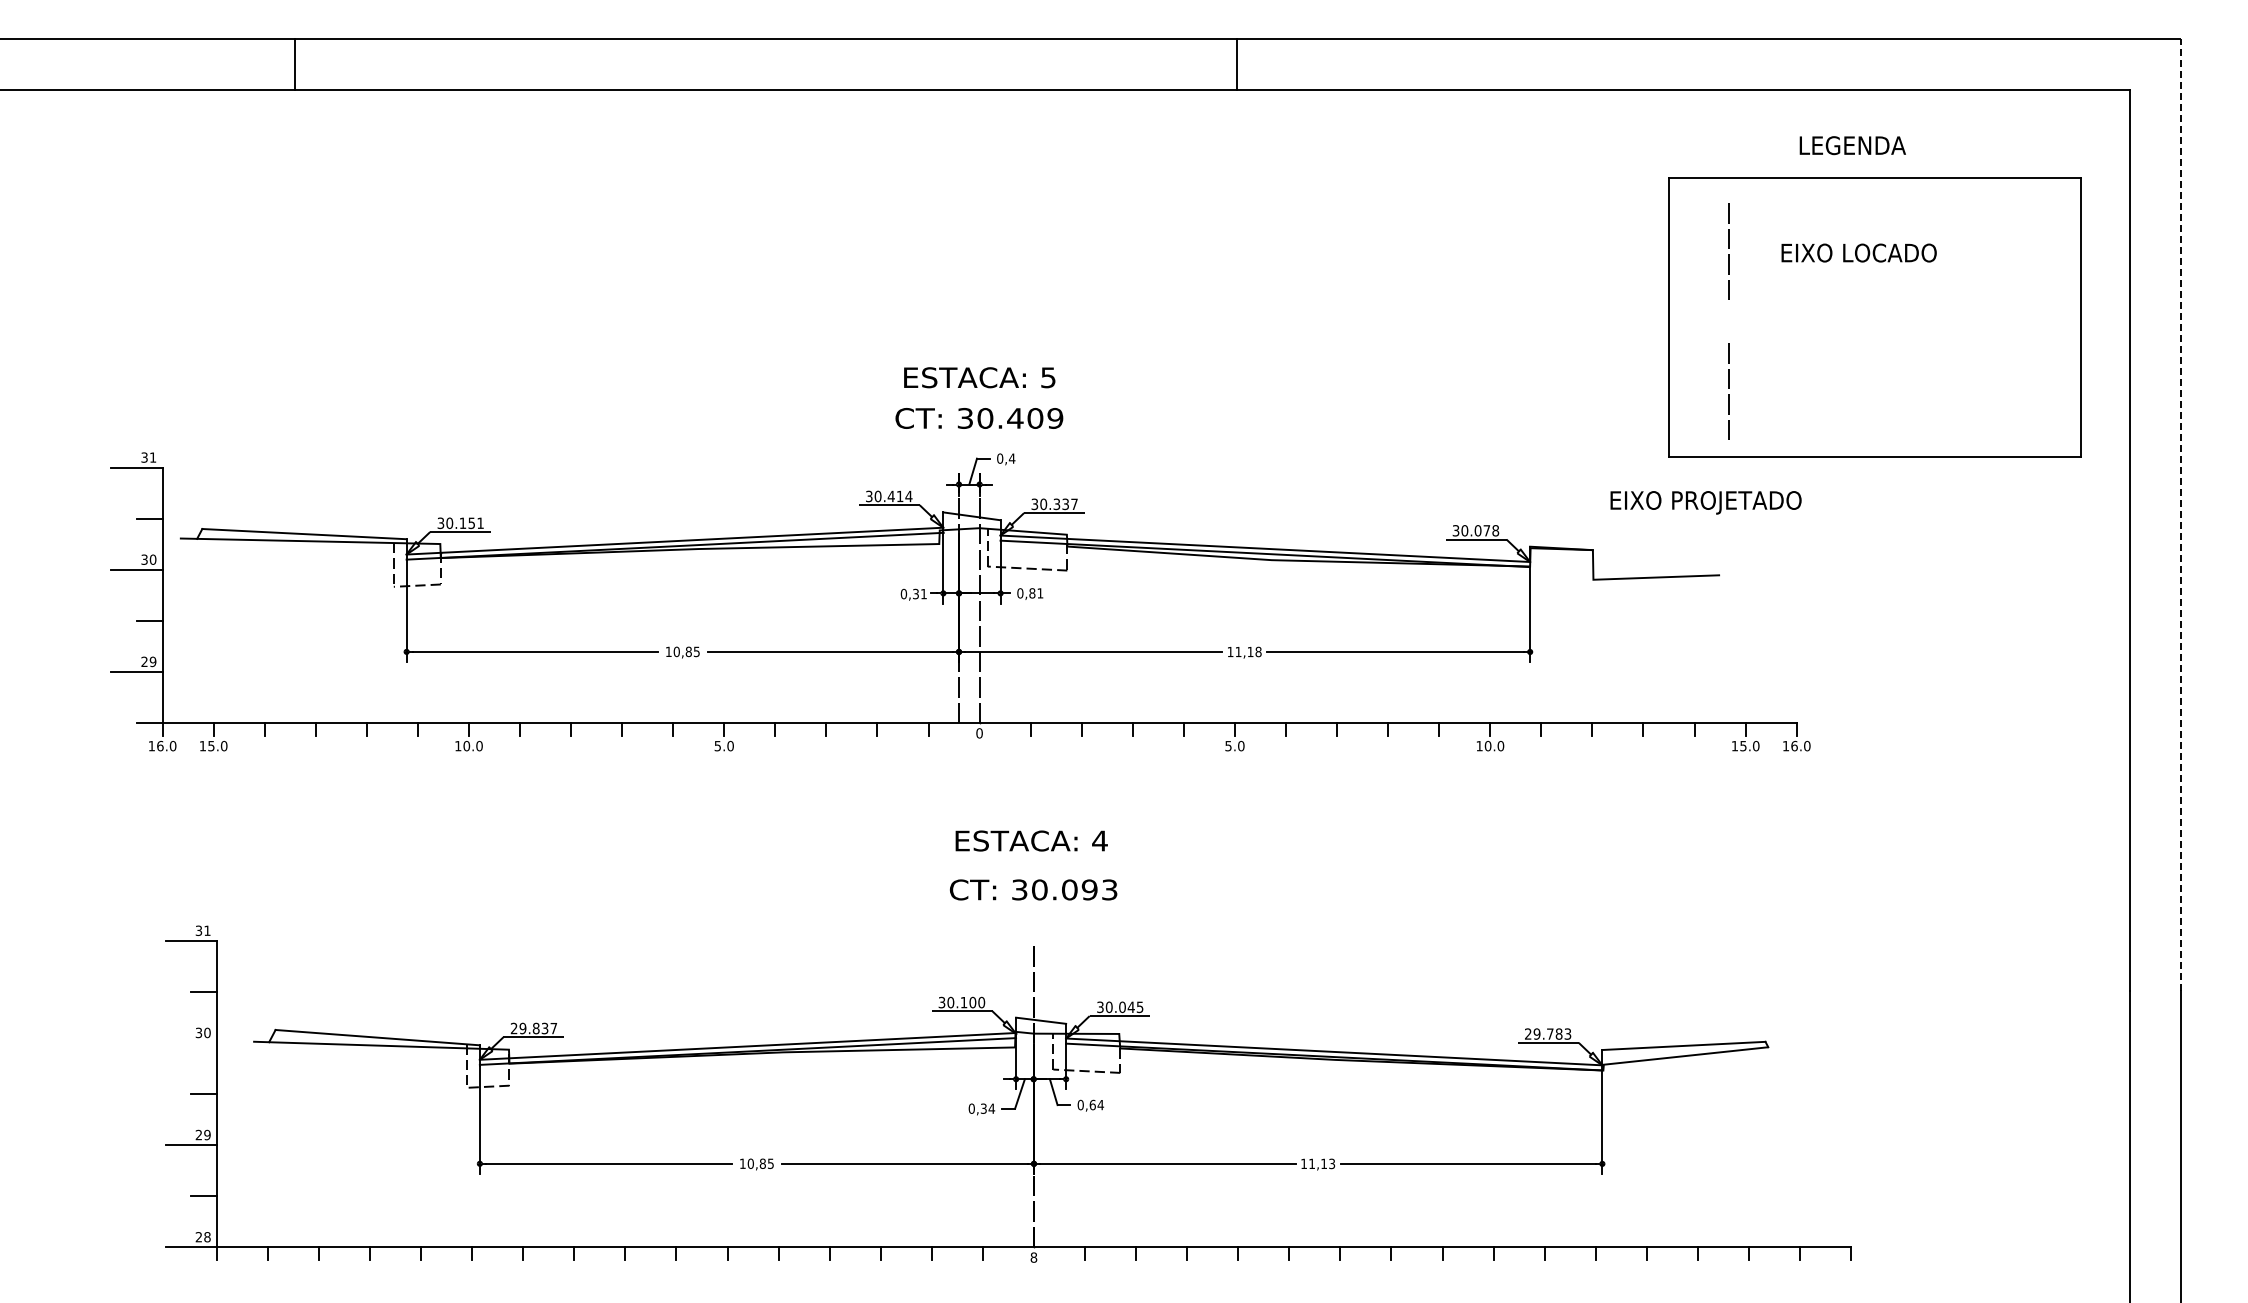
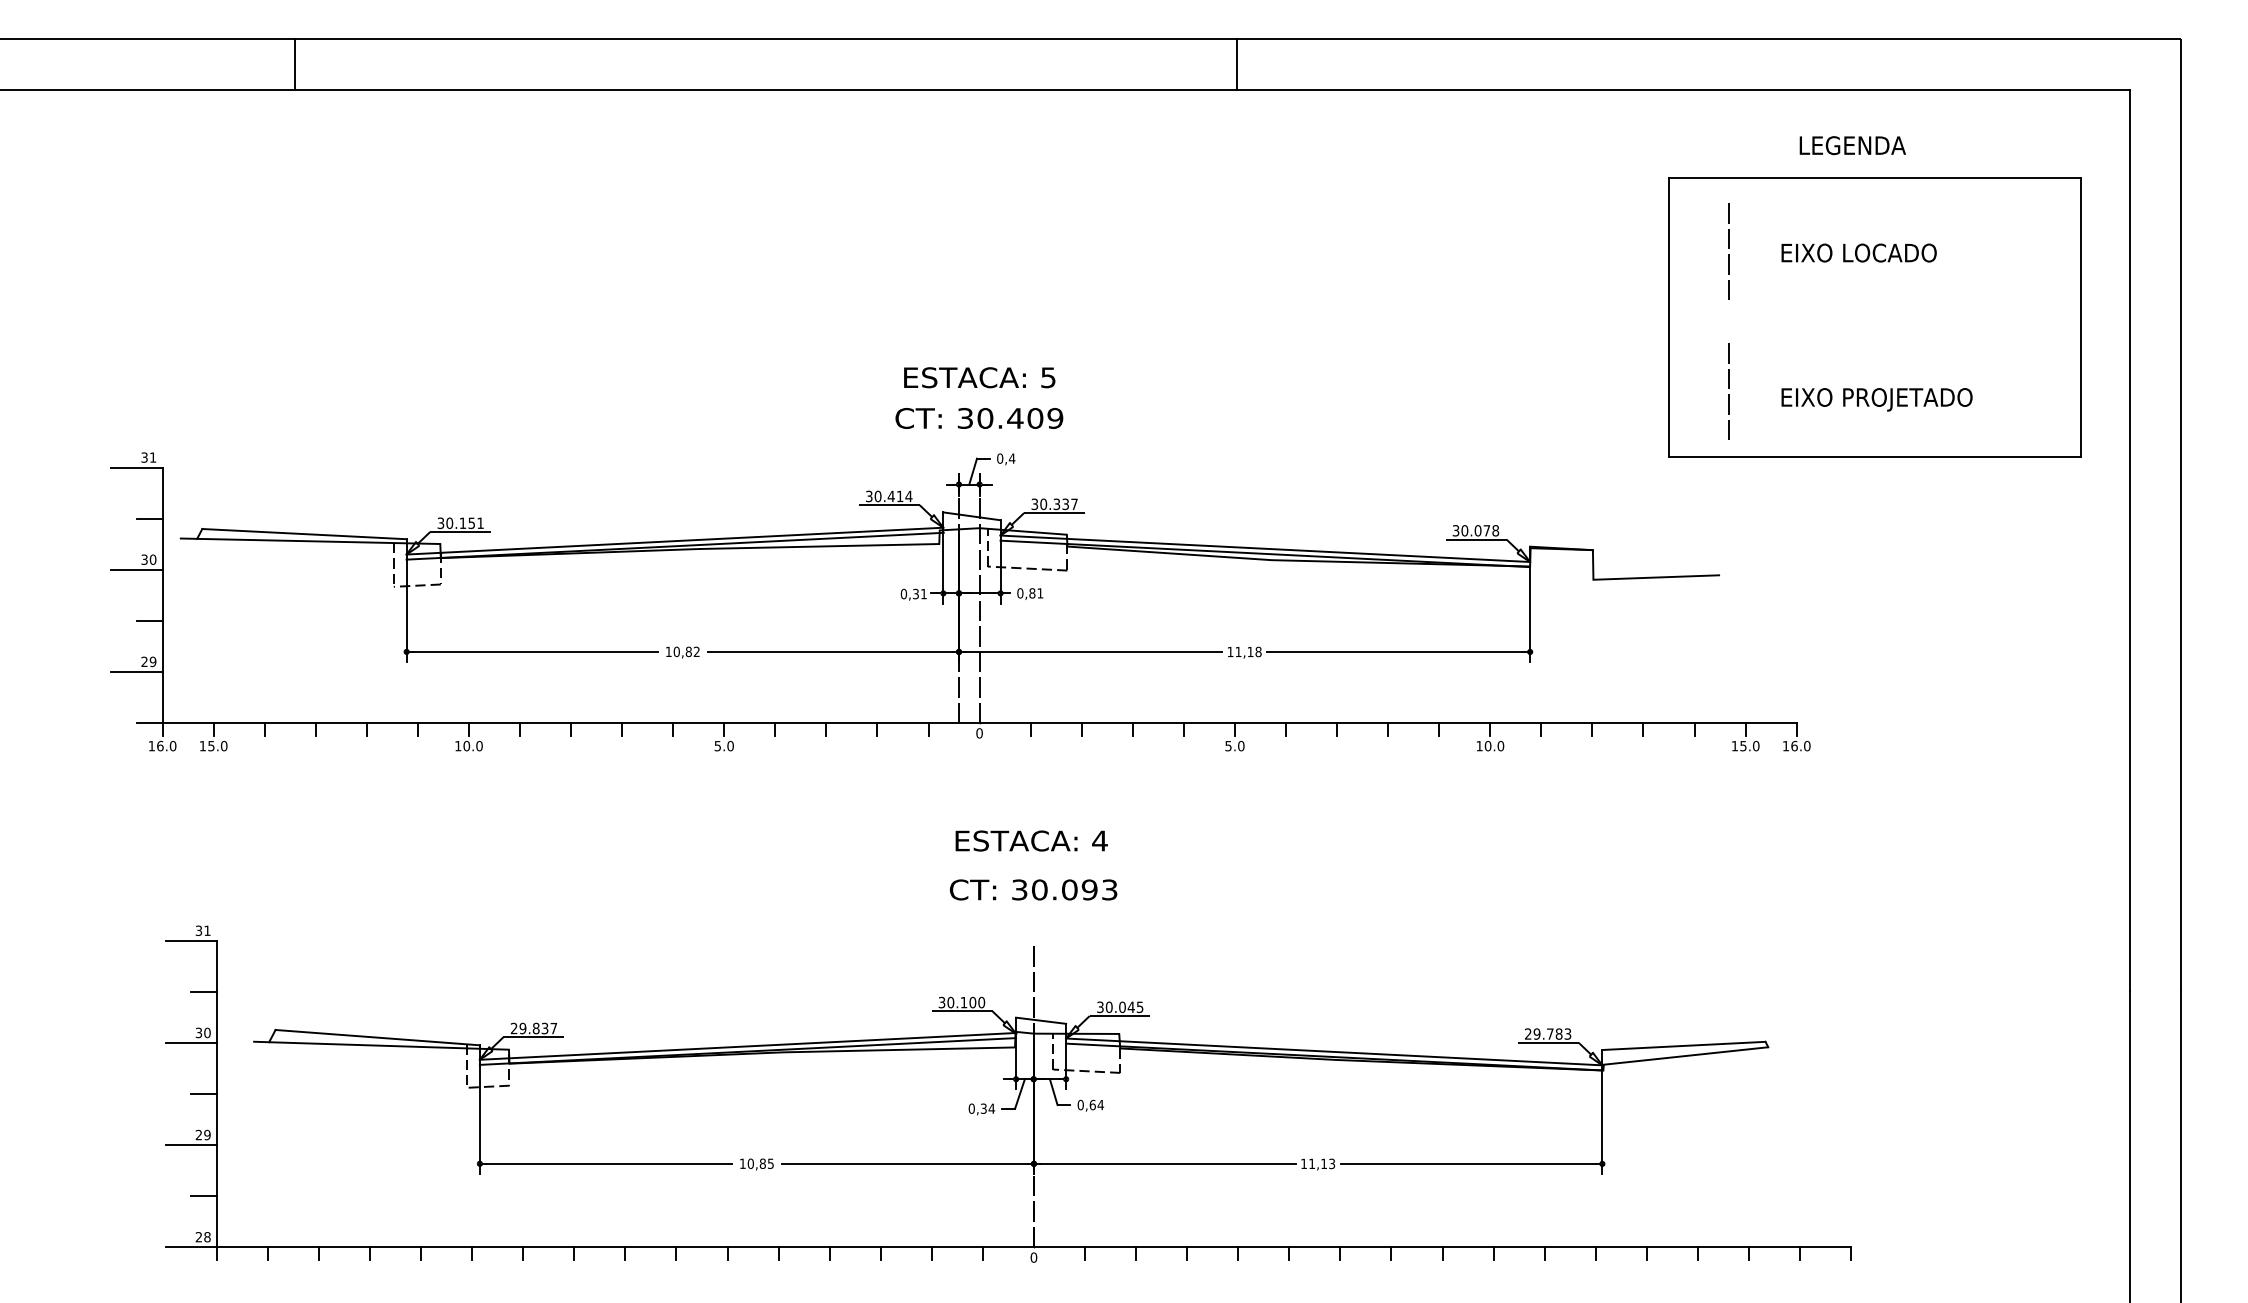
text at (1705, 502) position: (1705, 502) -> (1876, 399)
line at (2180, 514): dashed -> solid
text at (696, 651): 10,85 -> 10,82
line at (190, 1043): none -> present
text at (1033, 1257): 8 -> 0
